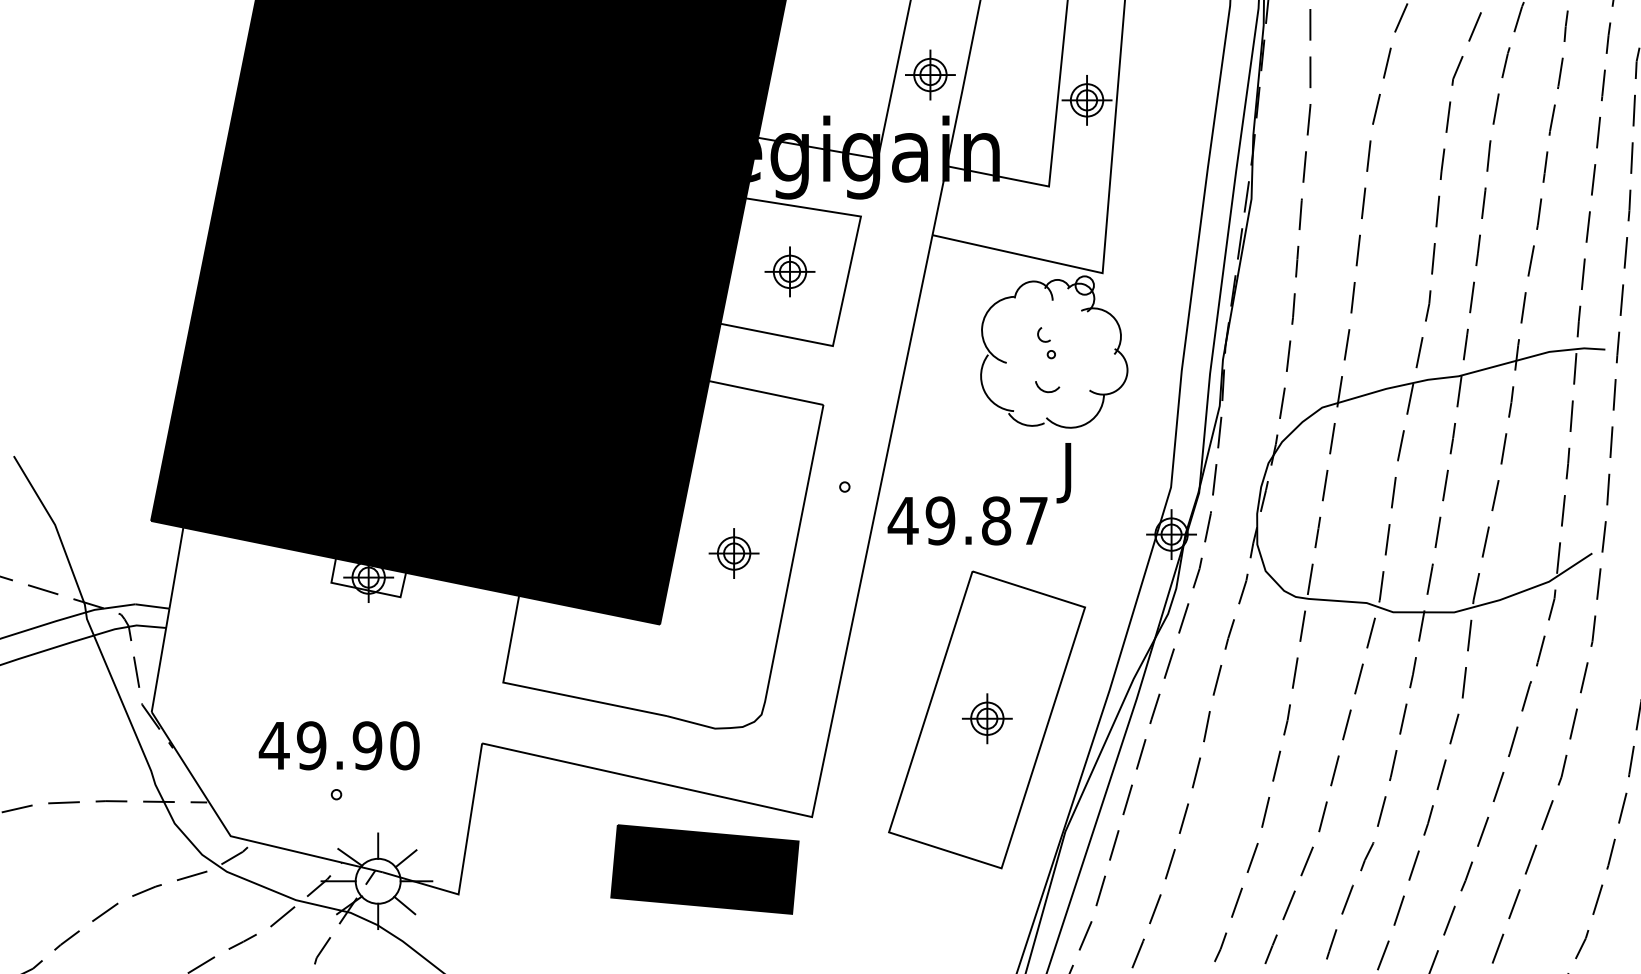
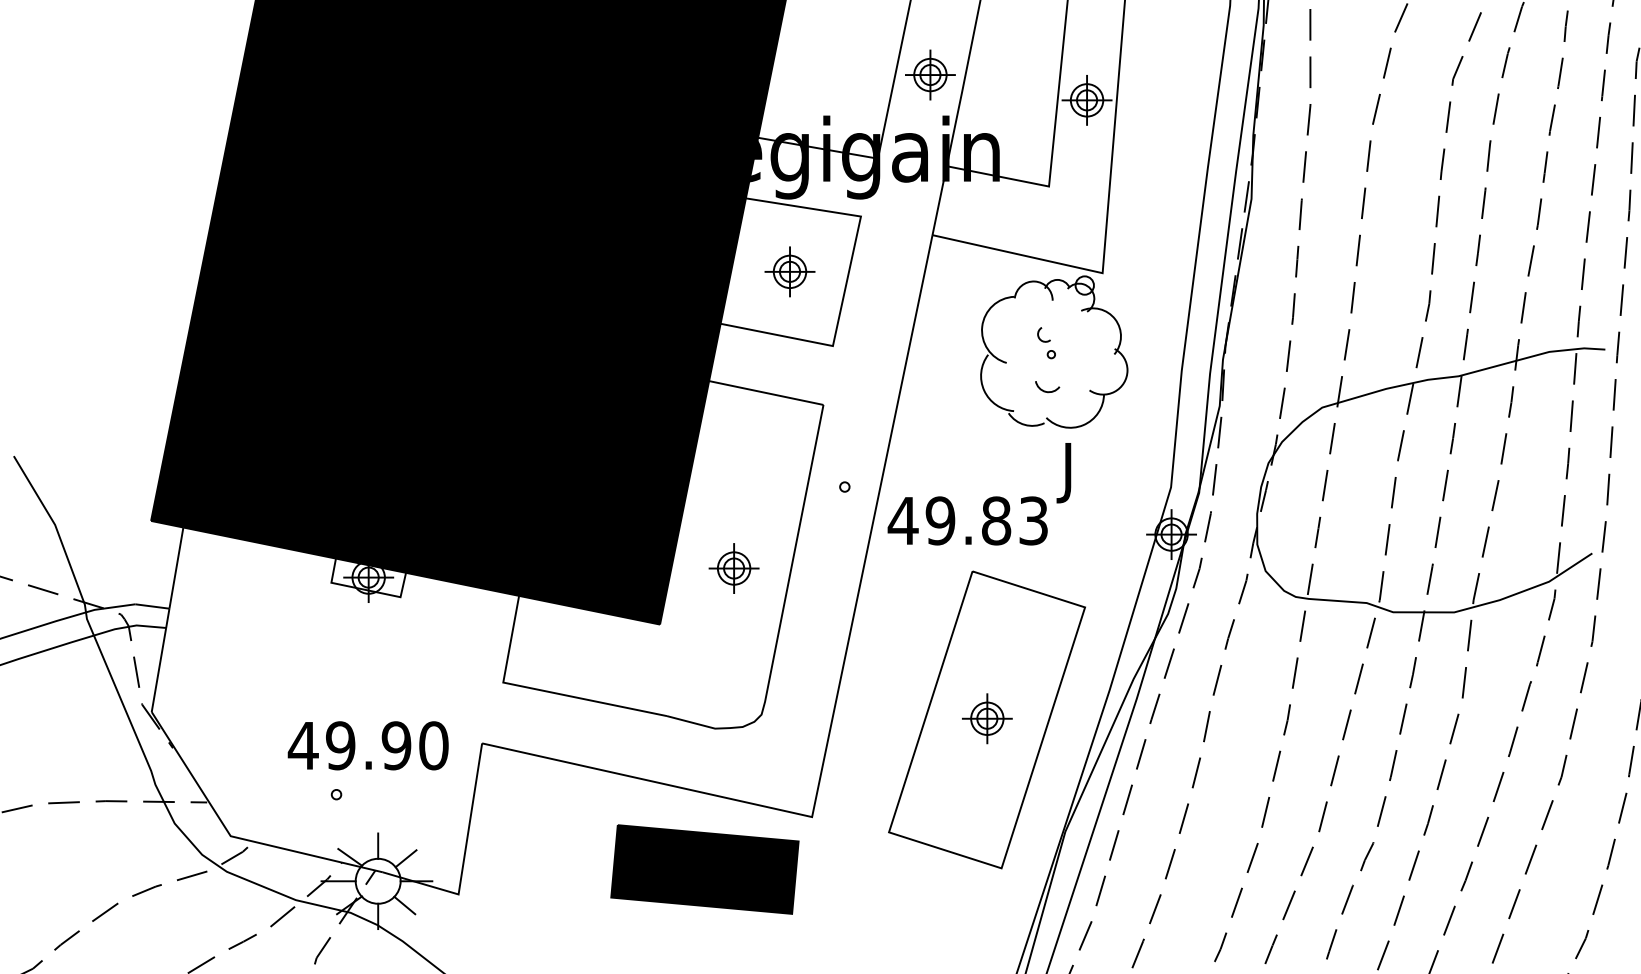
text at (1033, 520): 49.87 -> 49.83
part at (733, 553) position: (733, 553) -> (733, 568)
text at (338, 745) position: (338, 745) -> (367, 745)
